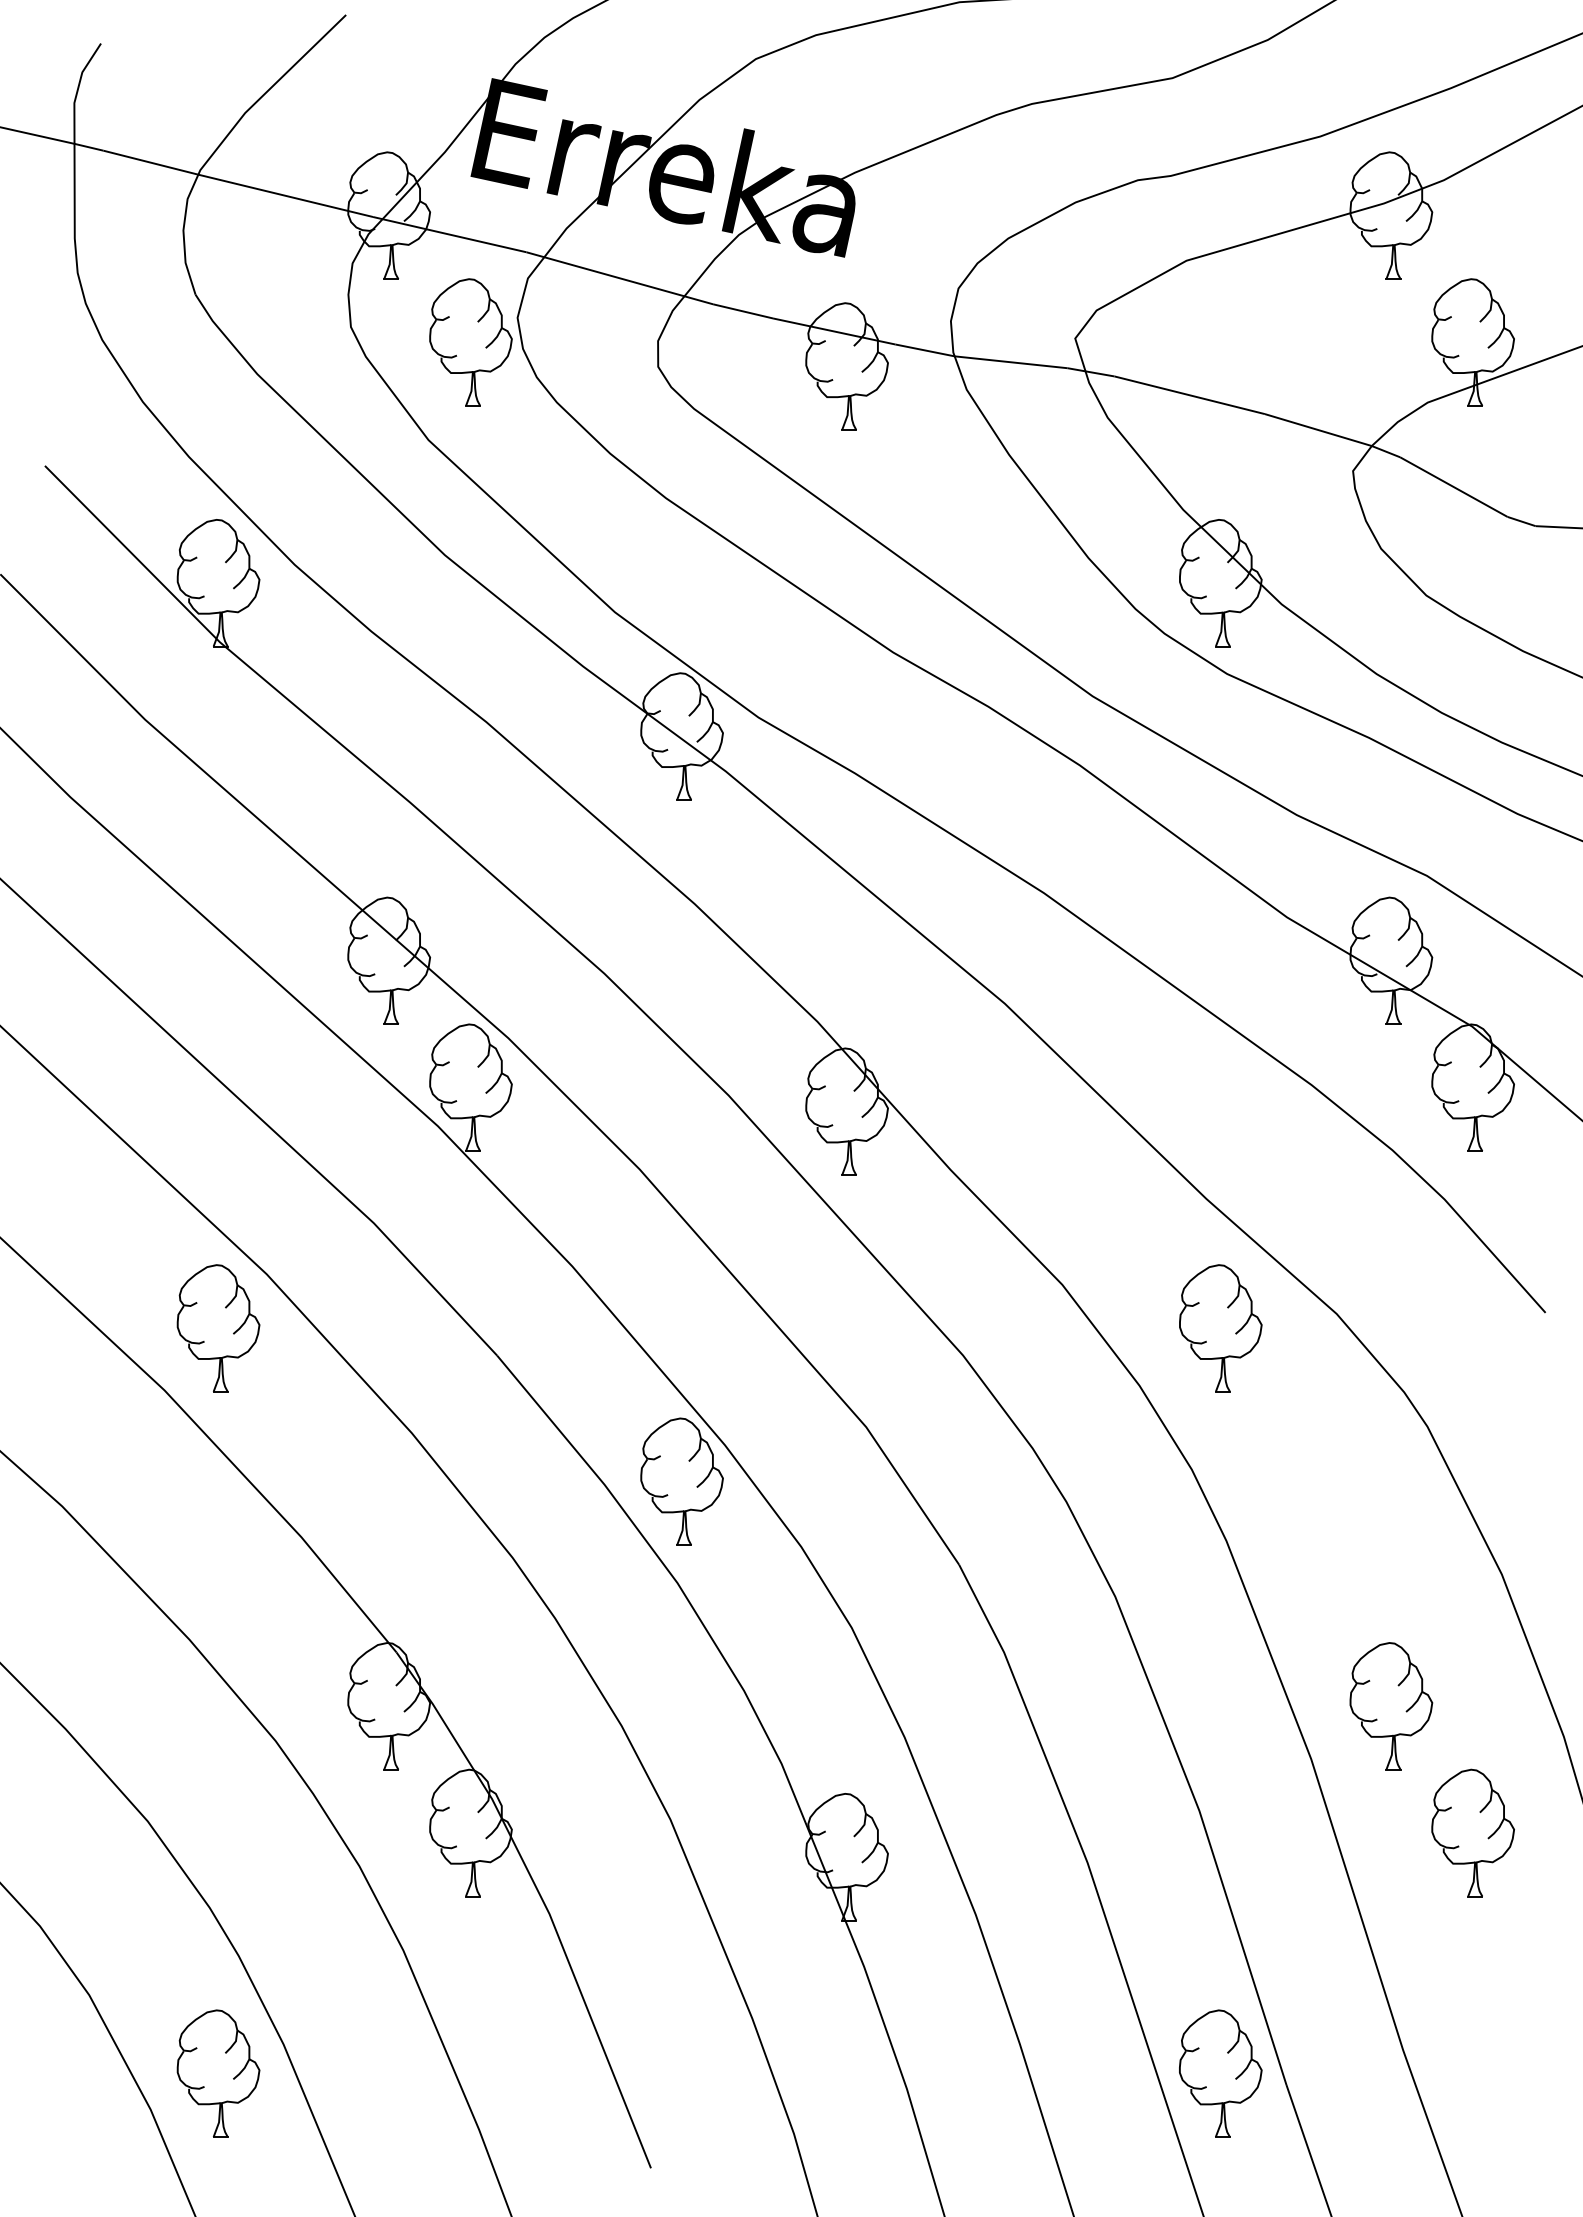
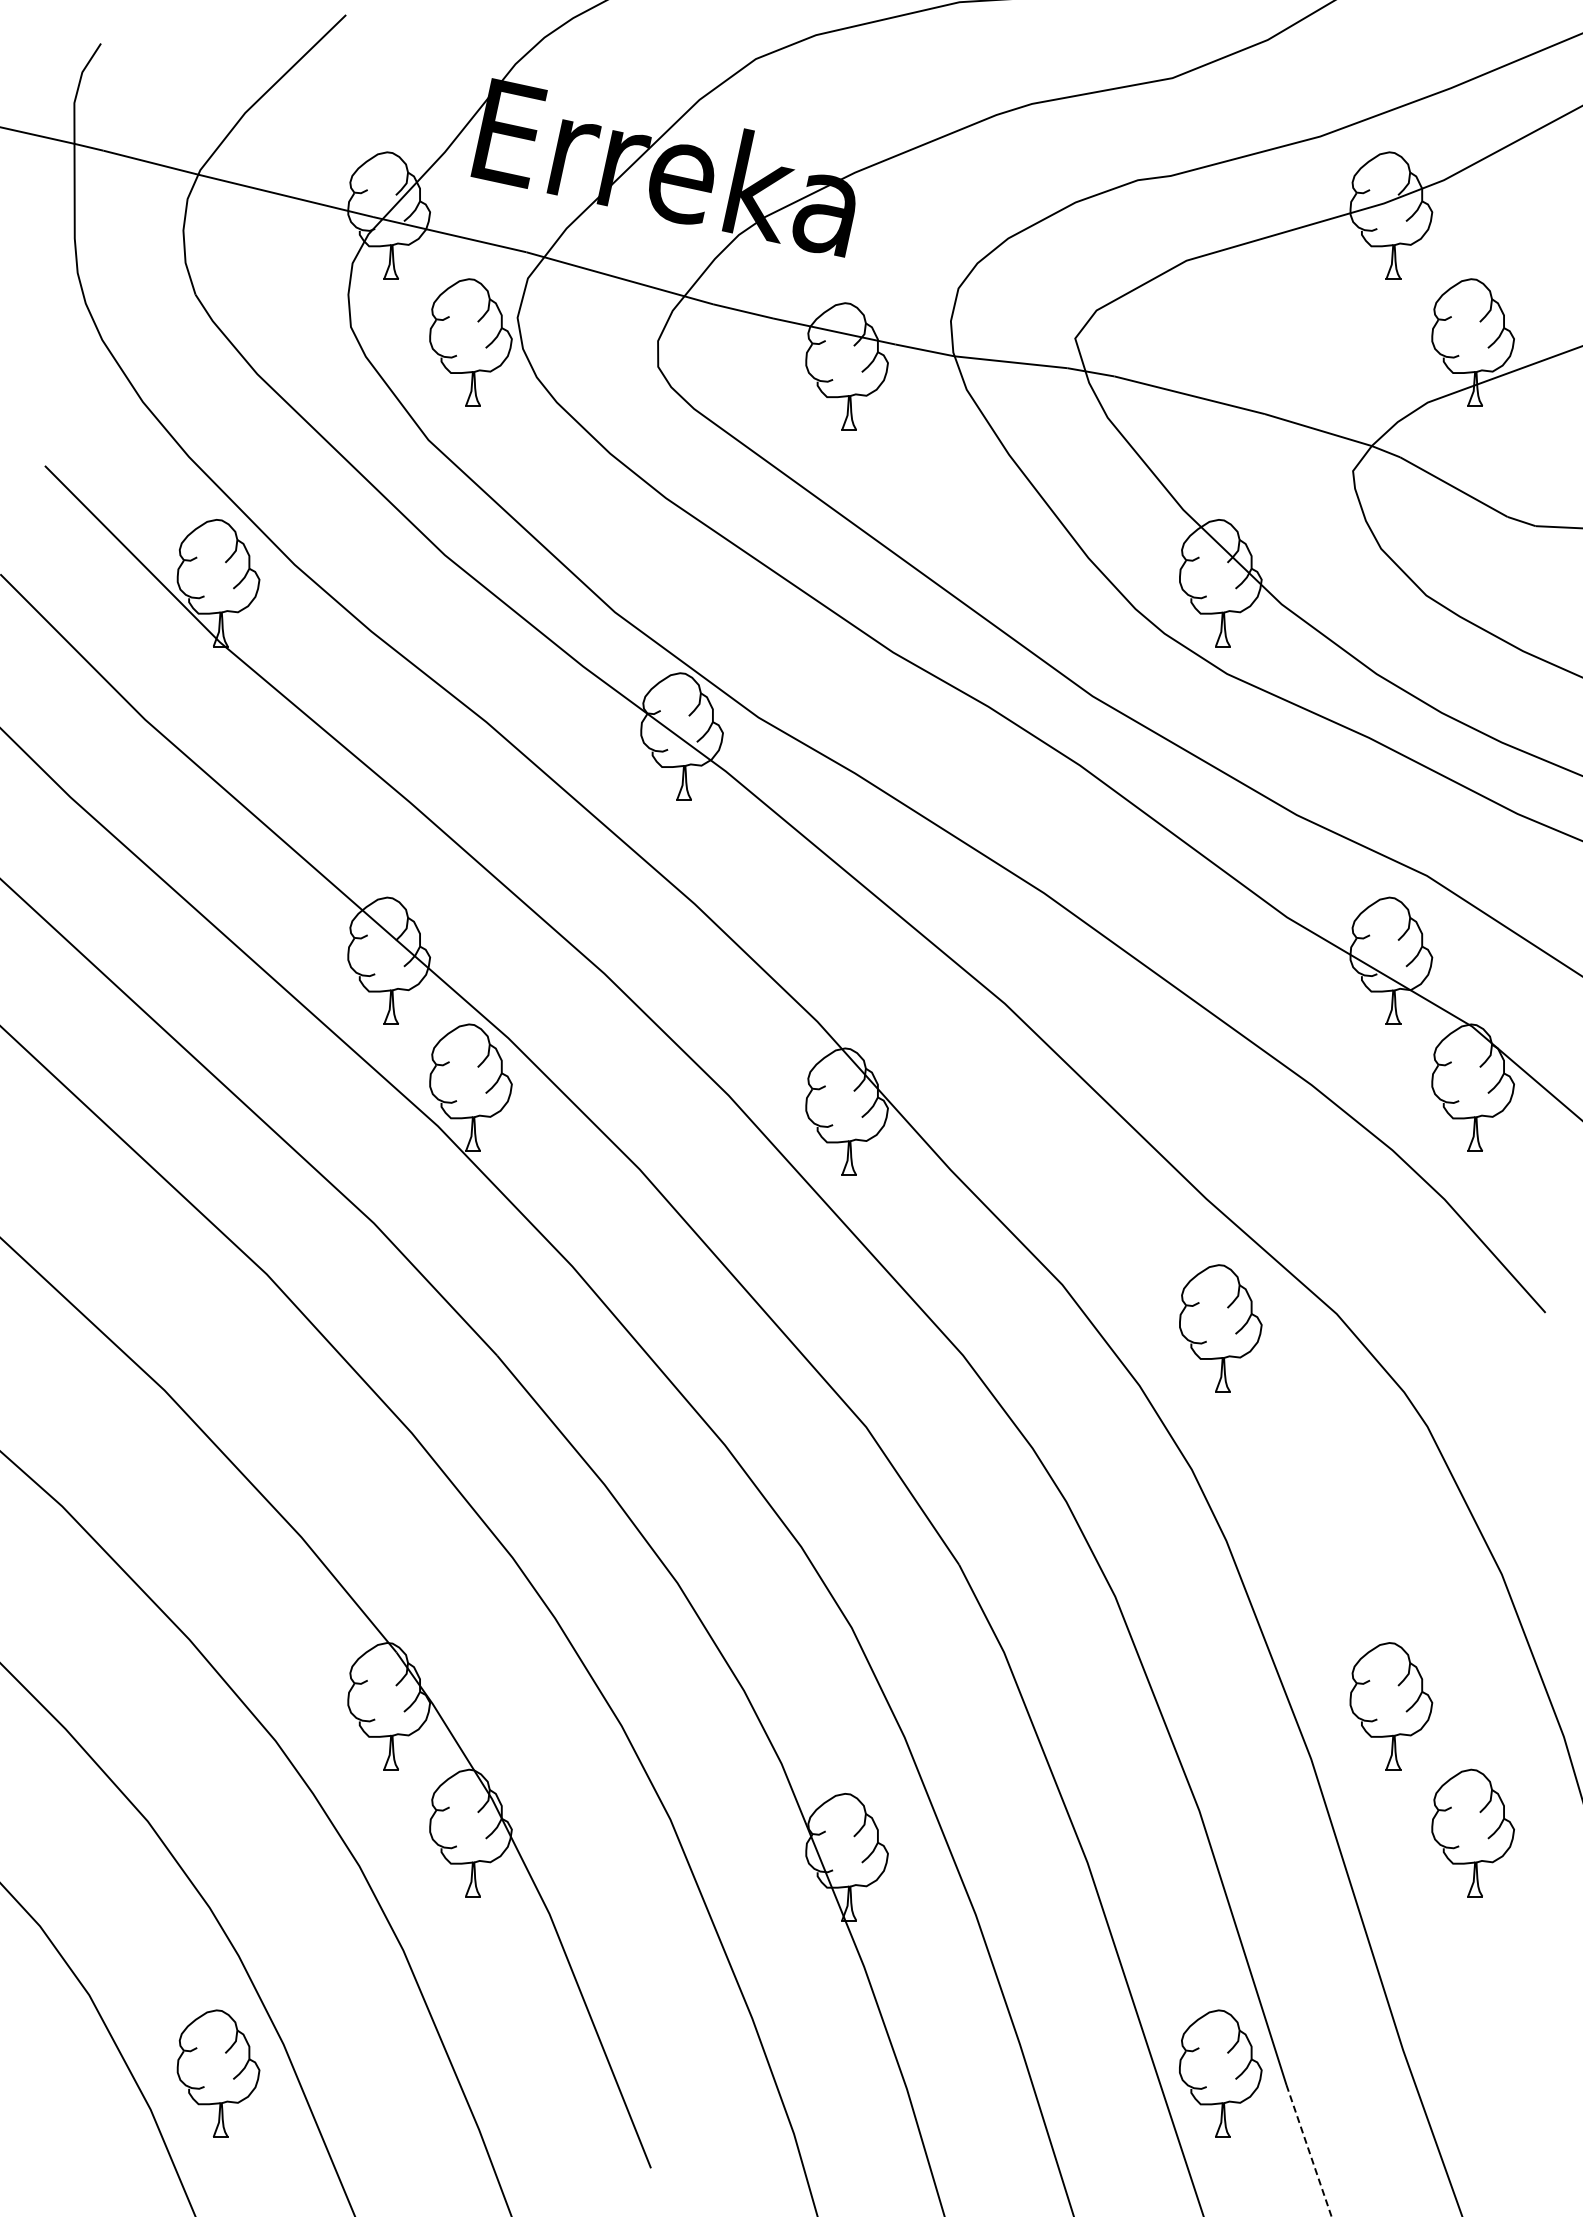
part at (218, 1328): present -> none
part at (681, 1481): present -> none
line at (1309, 2151): solid -> dashed
